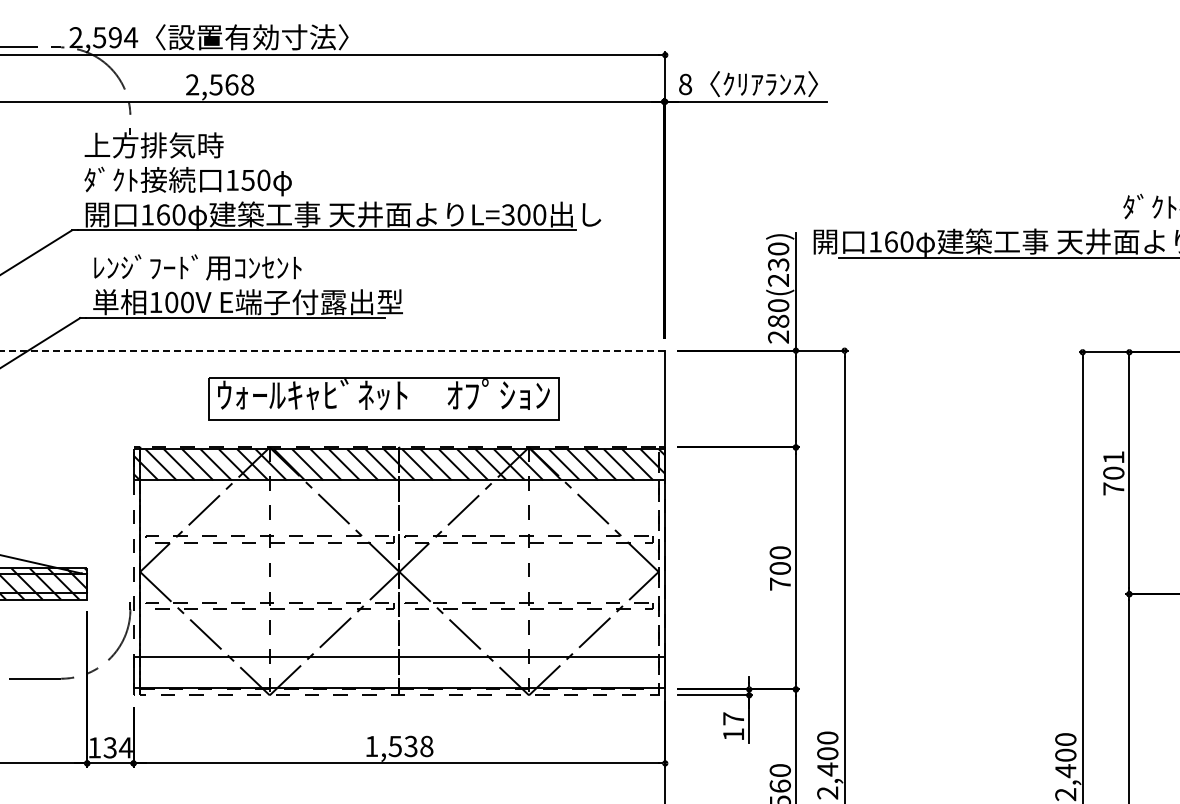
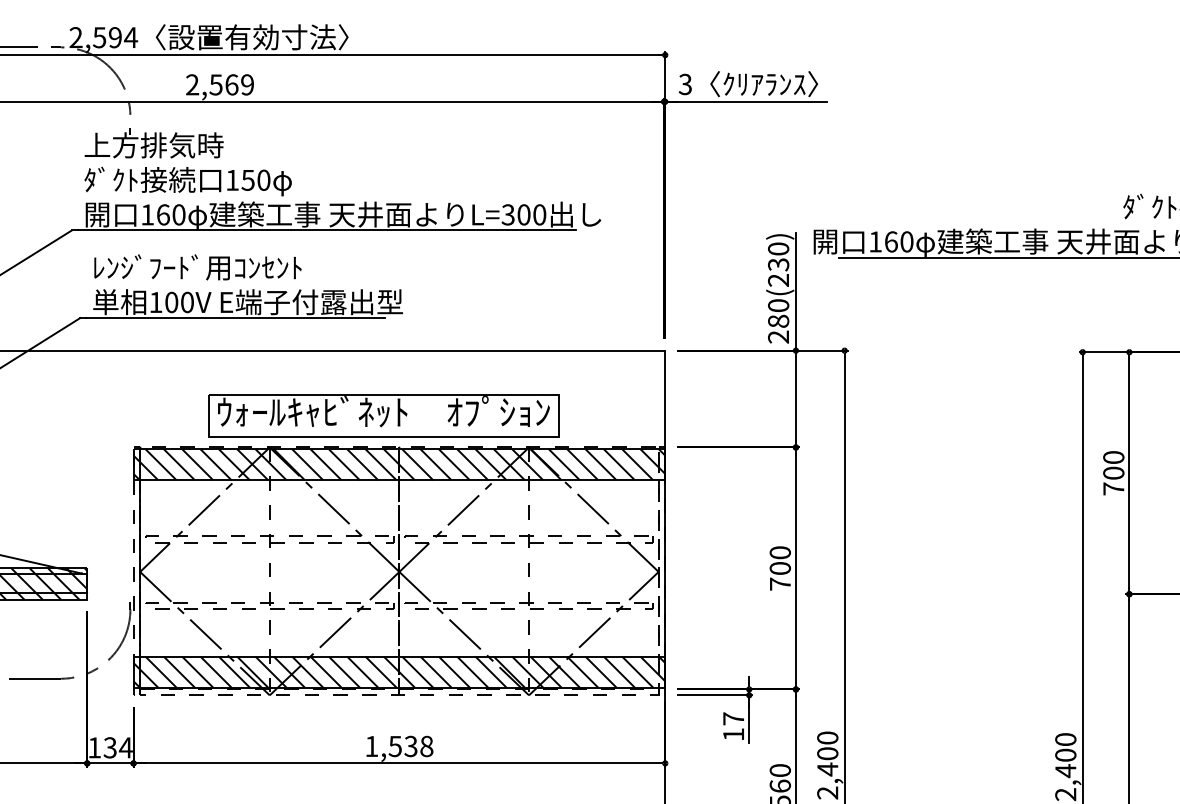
text at (685, 83): 8 -> 3
text at (247, 84): 2,568 -> 2,569
line at (332, 350): dashed -> solid
part at (383, 398) position: (383, 398) -> (383, 415)
text at (1113, 457): 701 -> 700
hatch at (399, 671): none -> present
